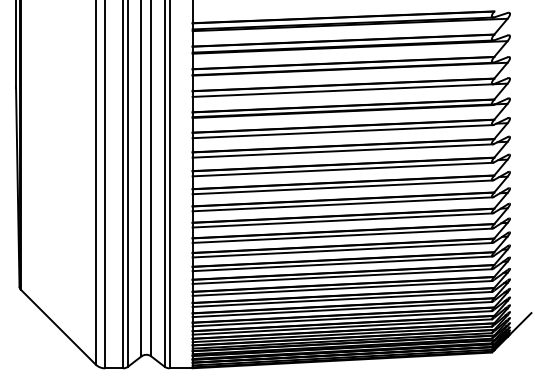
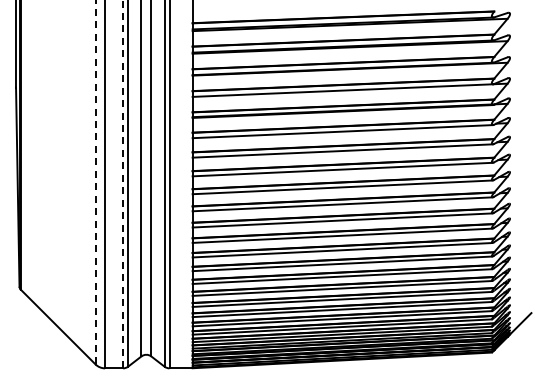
line at (95, 182): solid -> dashed
line at (123, 184): solid -> dashed
